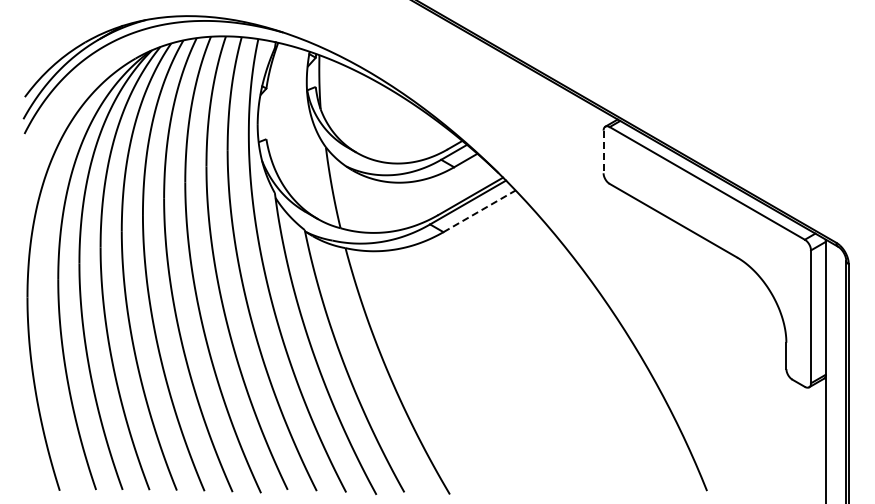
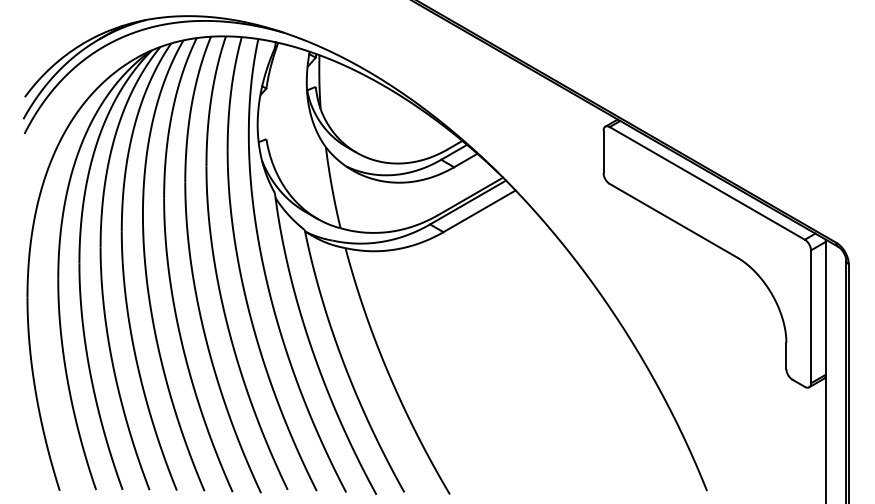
line at (603, 152): dashed -> solid
line at (479, 211): dashed -> solid
